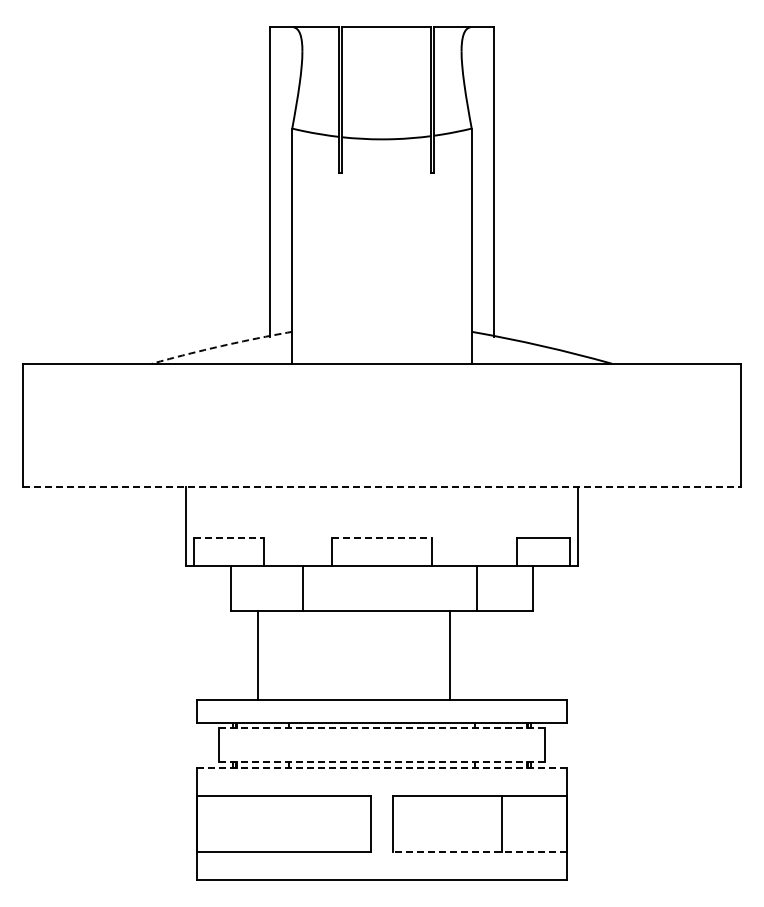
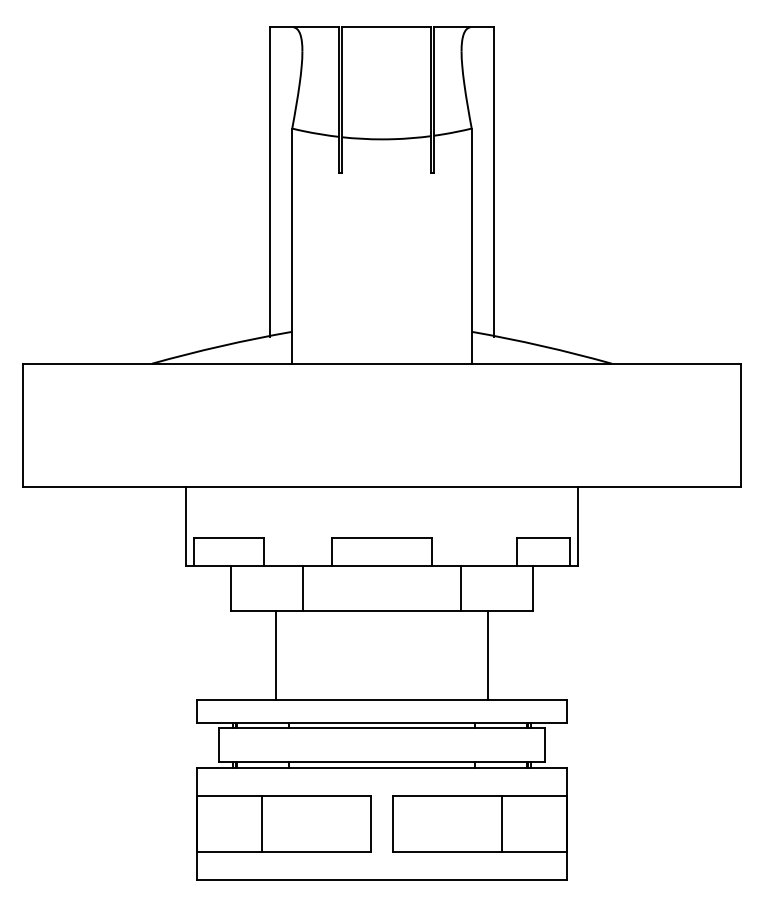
arc at (221, 346): dashed -> solid
line at (382, 487): dashed -> solid
line at (229, 537): dashed -> solid
line at (382, 537): dashed -> solid
line at (476, 587) position: (476, 587) -> (460, 587)
line at (257, 655) position: (257, 655) -> (275, 655)
line at (450, 655) position: (450, 655) -> (488, 655)
line at (382, 728): dashed -> solid
line at (382, 761): dashed -> solid
line at (381, 767): dashed -> solid
line at (262, 823): none -> present
line at (479, 851): dashed -> solid
